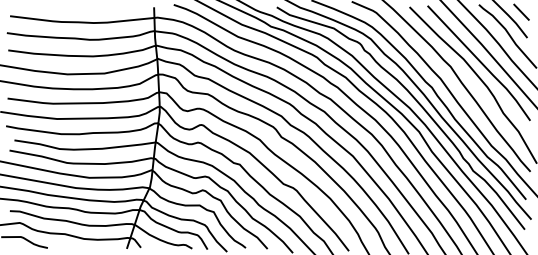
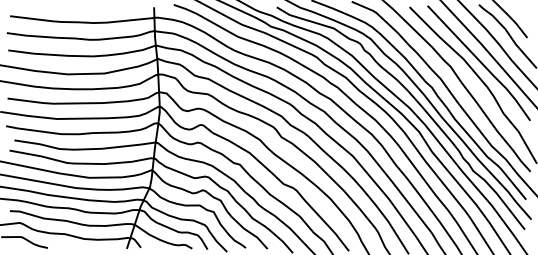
line at (521, 11): present -> none
